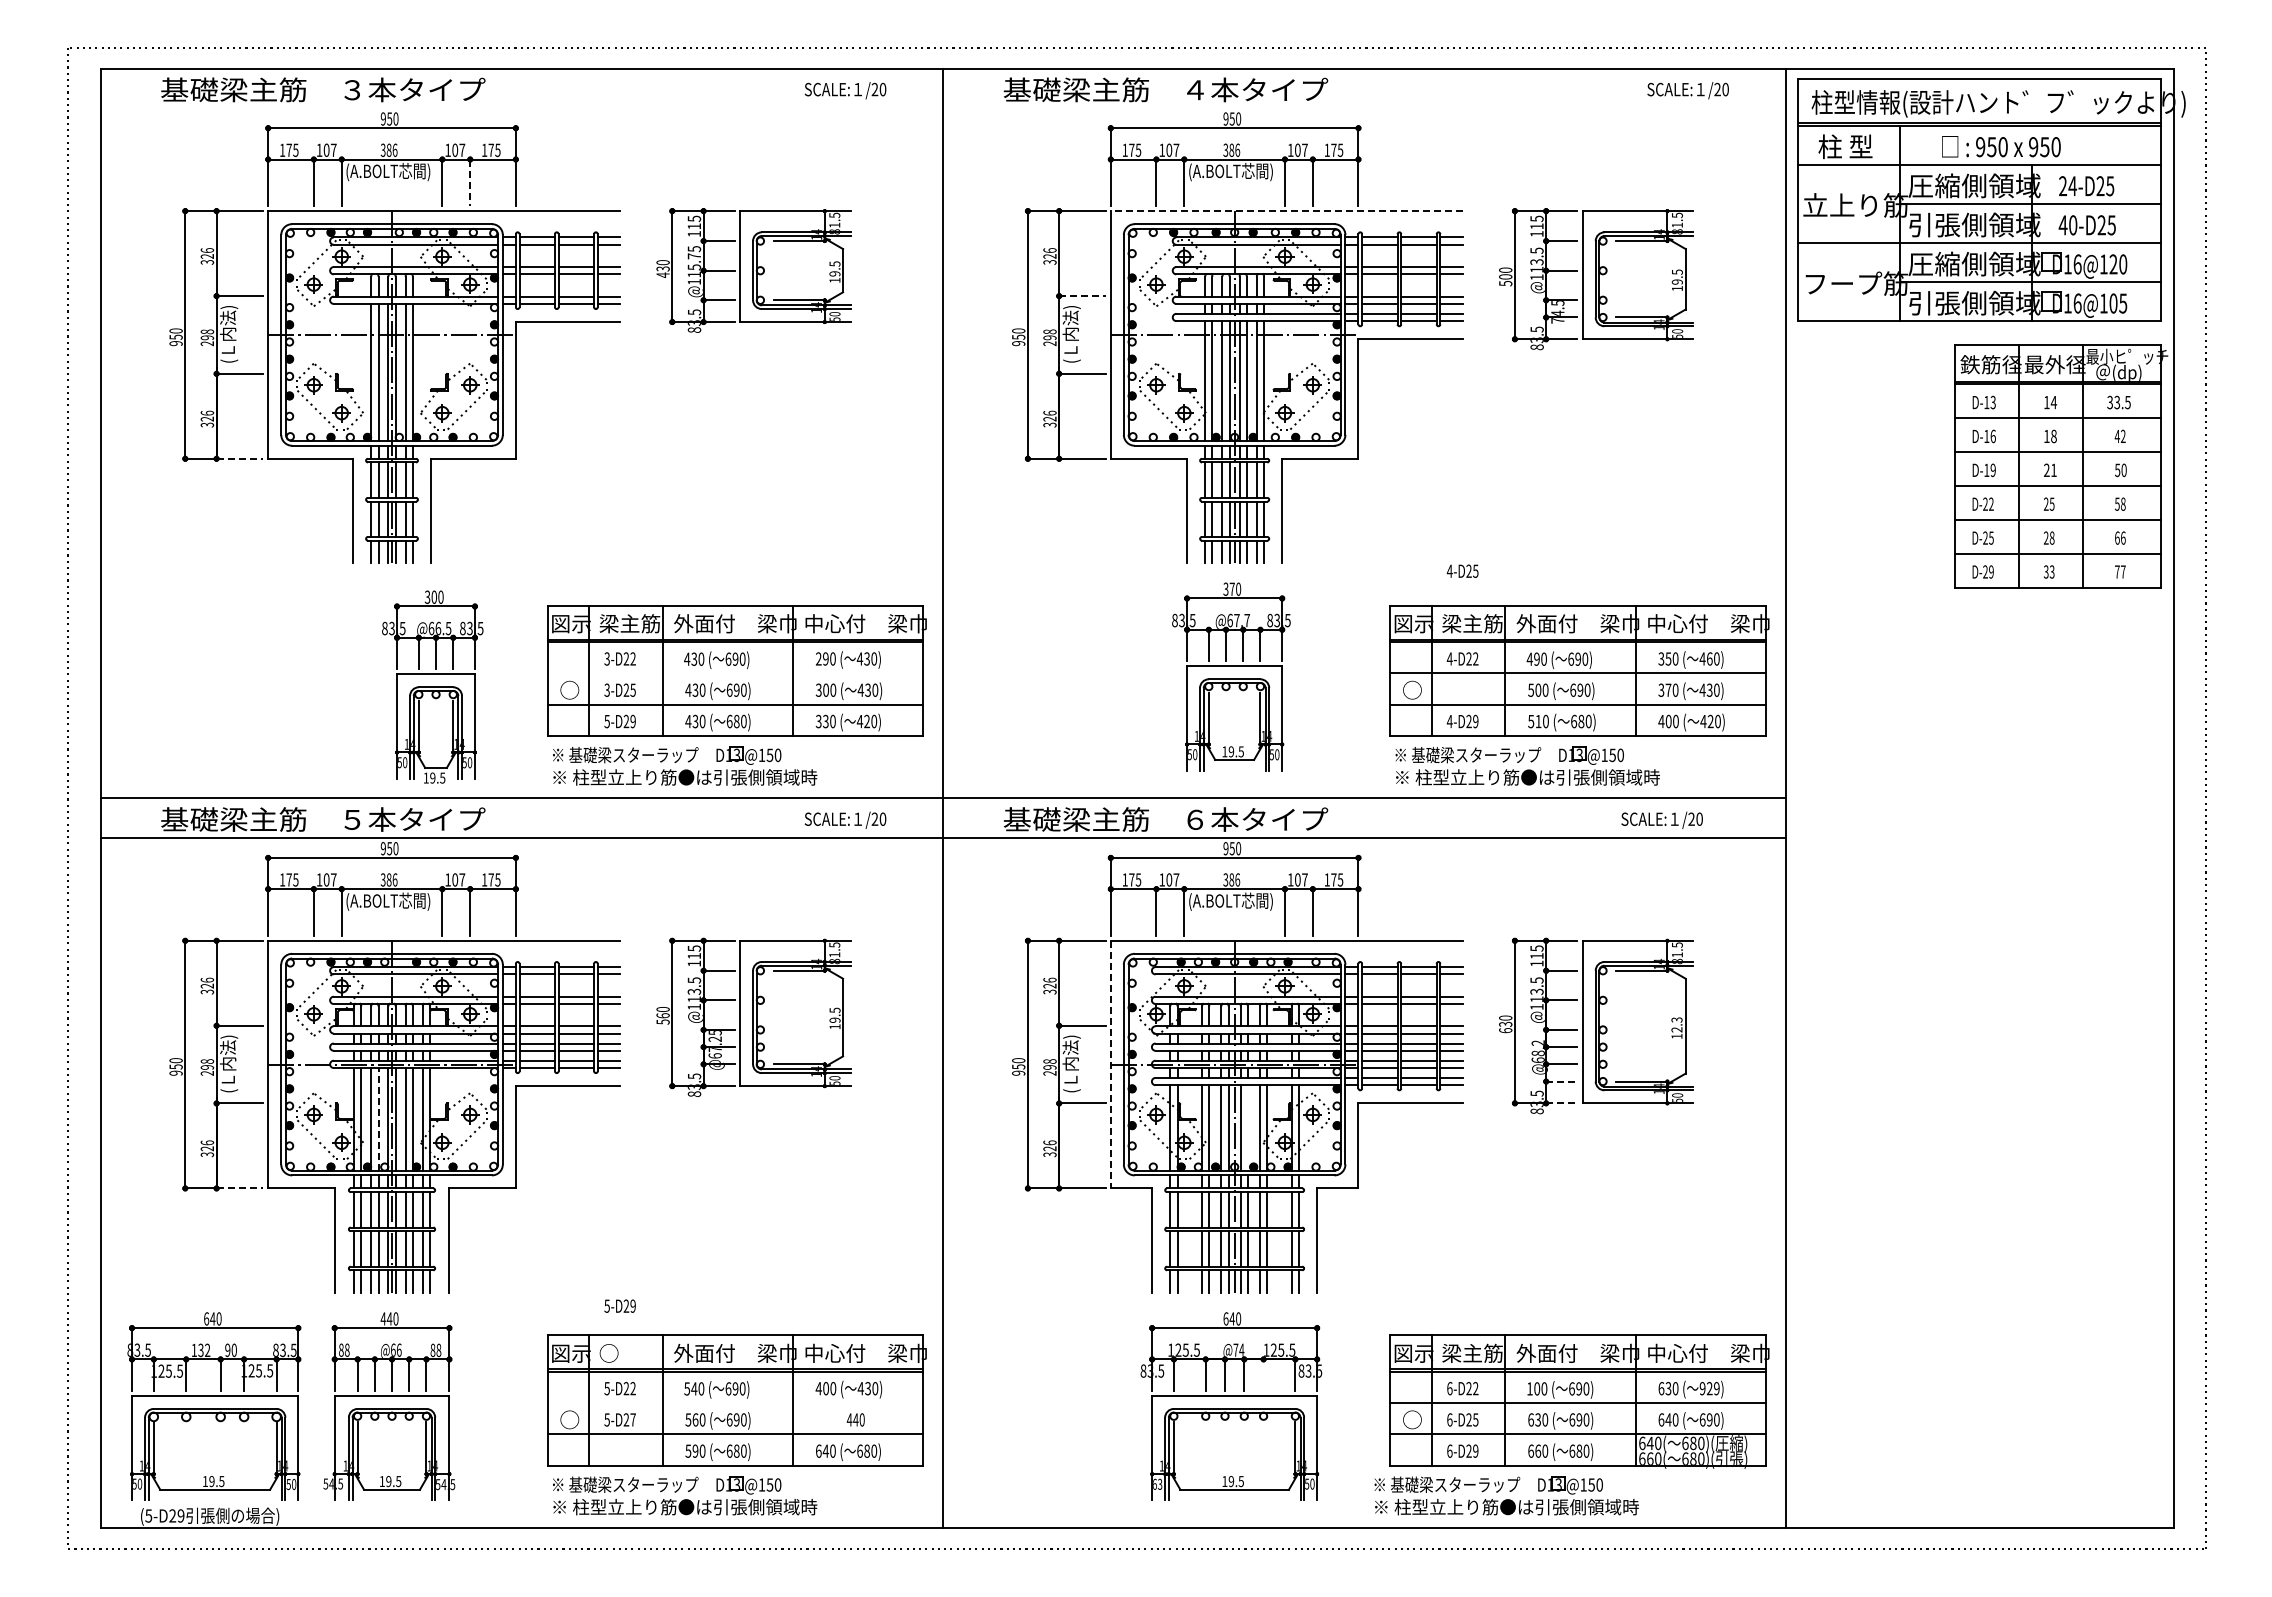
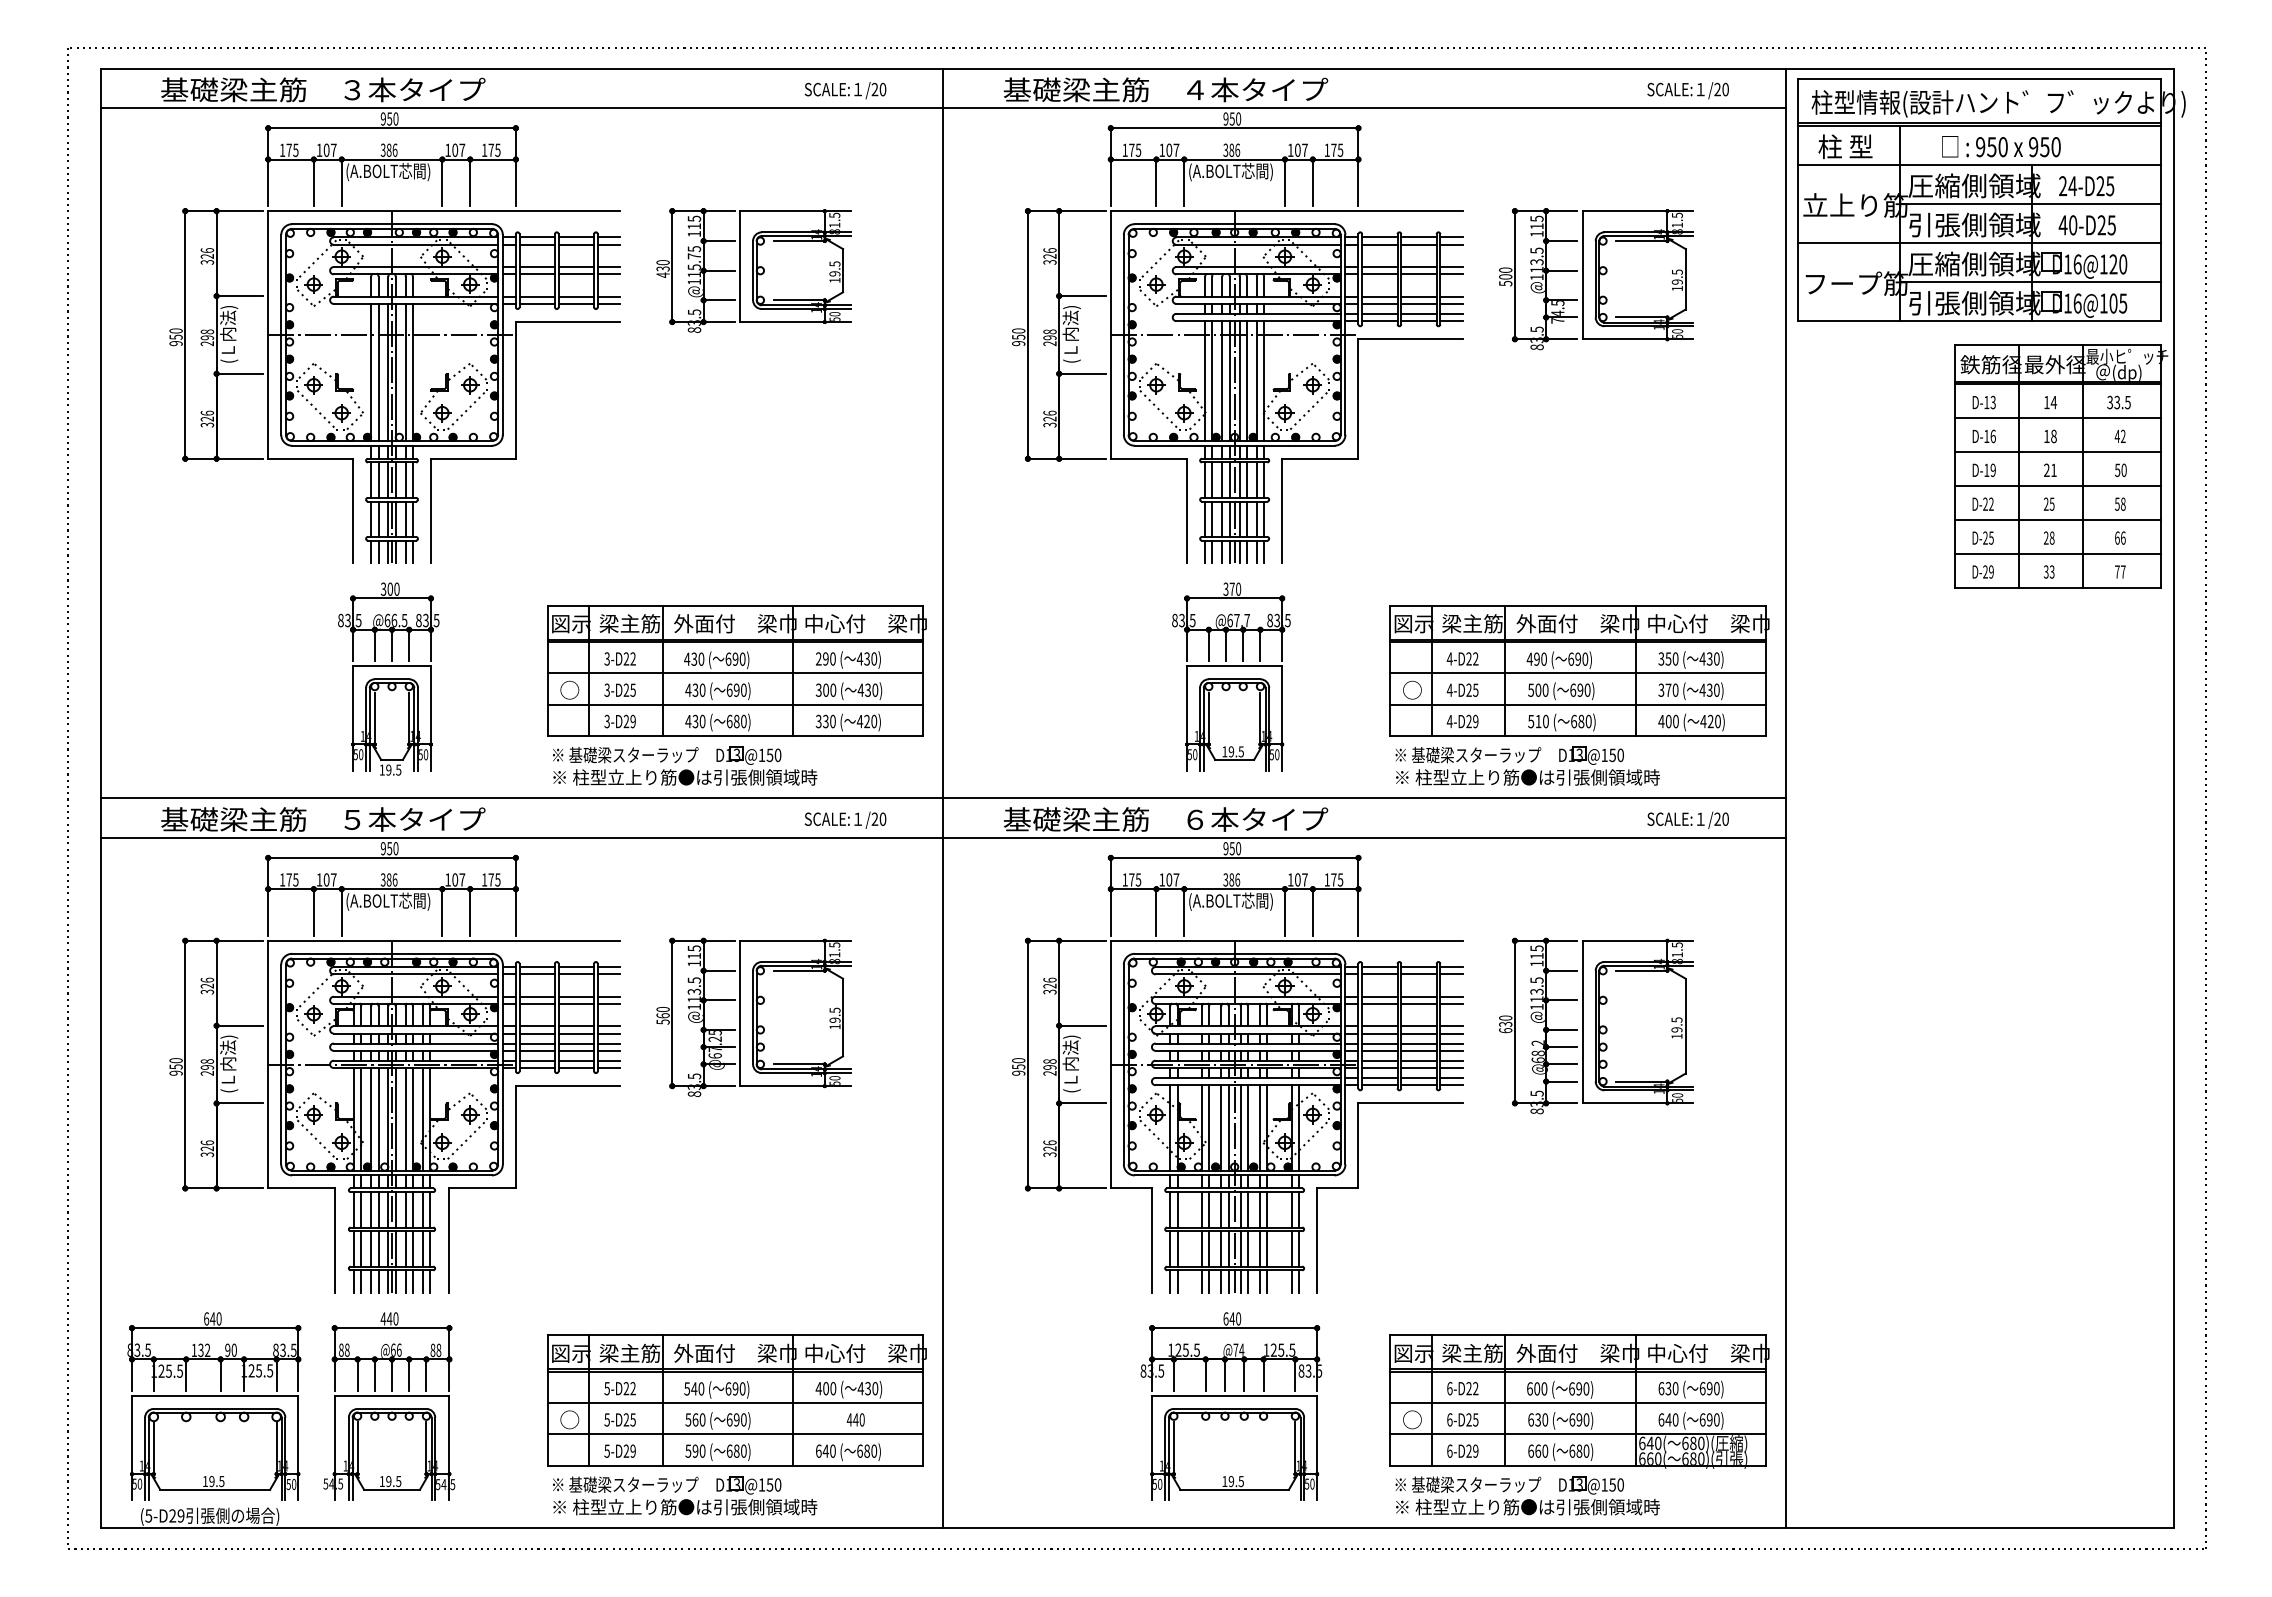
line at (942, 107): none -> present
line at (470, 183): dashed -> solid
line at (1286, 211): dashed -> solid
line at (1082, 296): dashed -> solid
line at (240, 458): dashed -> solid
text at (1462, 570) position: (1462, 570) -> (1462, 689)
text at (1709, 658): 460) -> 430)
line at (735, 673): none -> present
part at (432, 686) position: (432, 686) -> (388, 678)
text at (606, 720): 5-D29 -> 3-D29
text at (1661, 819) position: (1661, 819) -> (1687, 819)
text at (1676, 1024): 12.3 -> 19.5
line at (1110, 1064): dashed -> solid
line at (1561, 1081): dashed -> solid
line at (1561, 1103): dashed -> solid
line at (378, 1118): dashed -> solid
line at (1247, 1127): none -> present
line at (240, 1188): dashed -> solid
text at (619, 1305) position: (619, 1305) -> (619, 1450)
text at (629, 1352): ○ -> 梁主筋
line at (1263, 1374): none -> present
text at (1529, 1388): 100 -> 600
text at (1709, 1388): 929) -> 690)
line at (735, 1403): none -> present
text at (632, 1419): 5-D27 -> 5-D25
text at (1157, 1483): 63 -> 50
part at (1506, 1495) position: (1506, 1495) -> (1527, 1495)
